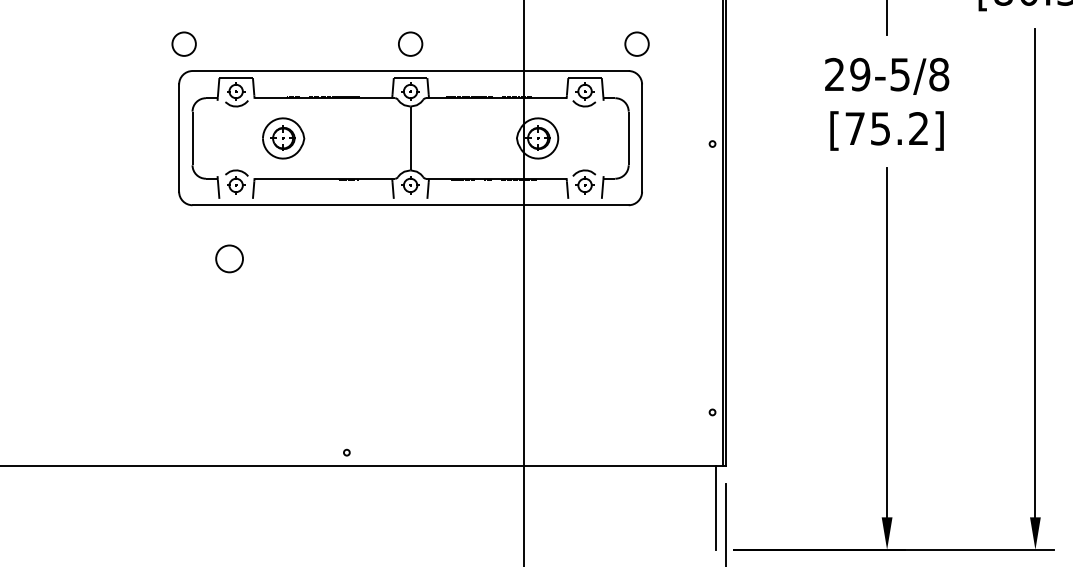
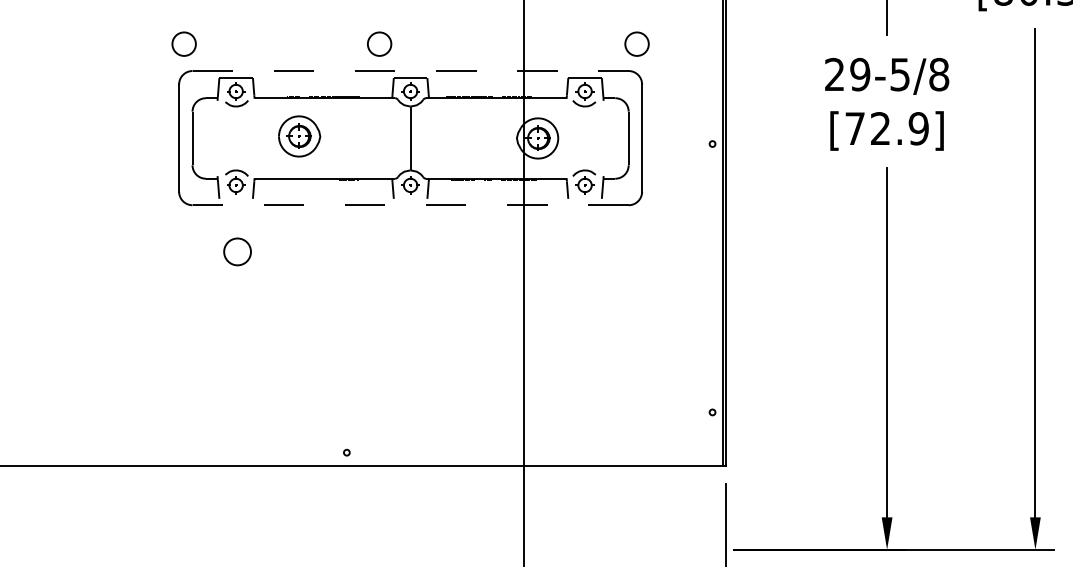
circle at (410, 43) position: (410, 43) -> (379, 43)
line at (411, 71): solid -> dashed
text at (899, 128): [75.2] -> [72.9]
part at (283, 138) position: (283, 138) -> (299, 136)
line at (410, 205): solid -> dashed
circle at (229, 258) position: (229, 258) -> (237, 251)
line at (715, 507): present -> none
